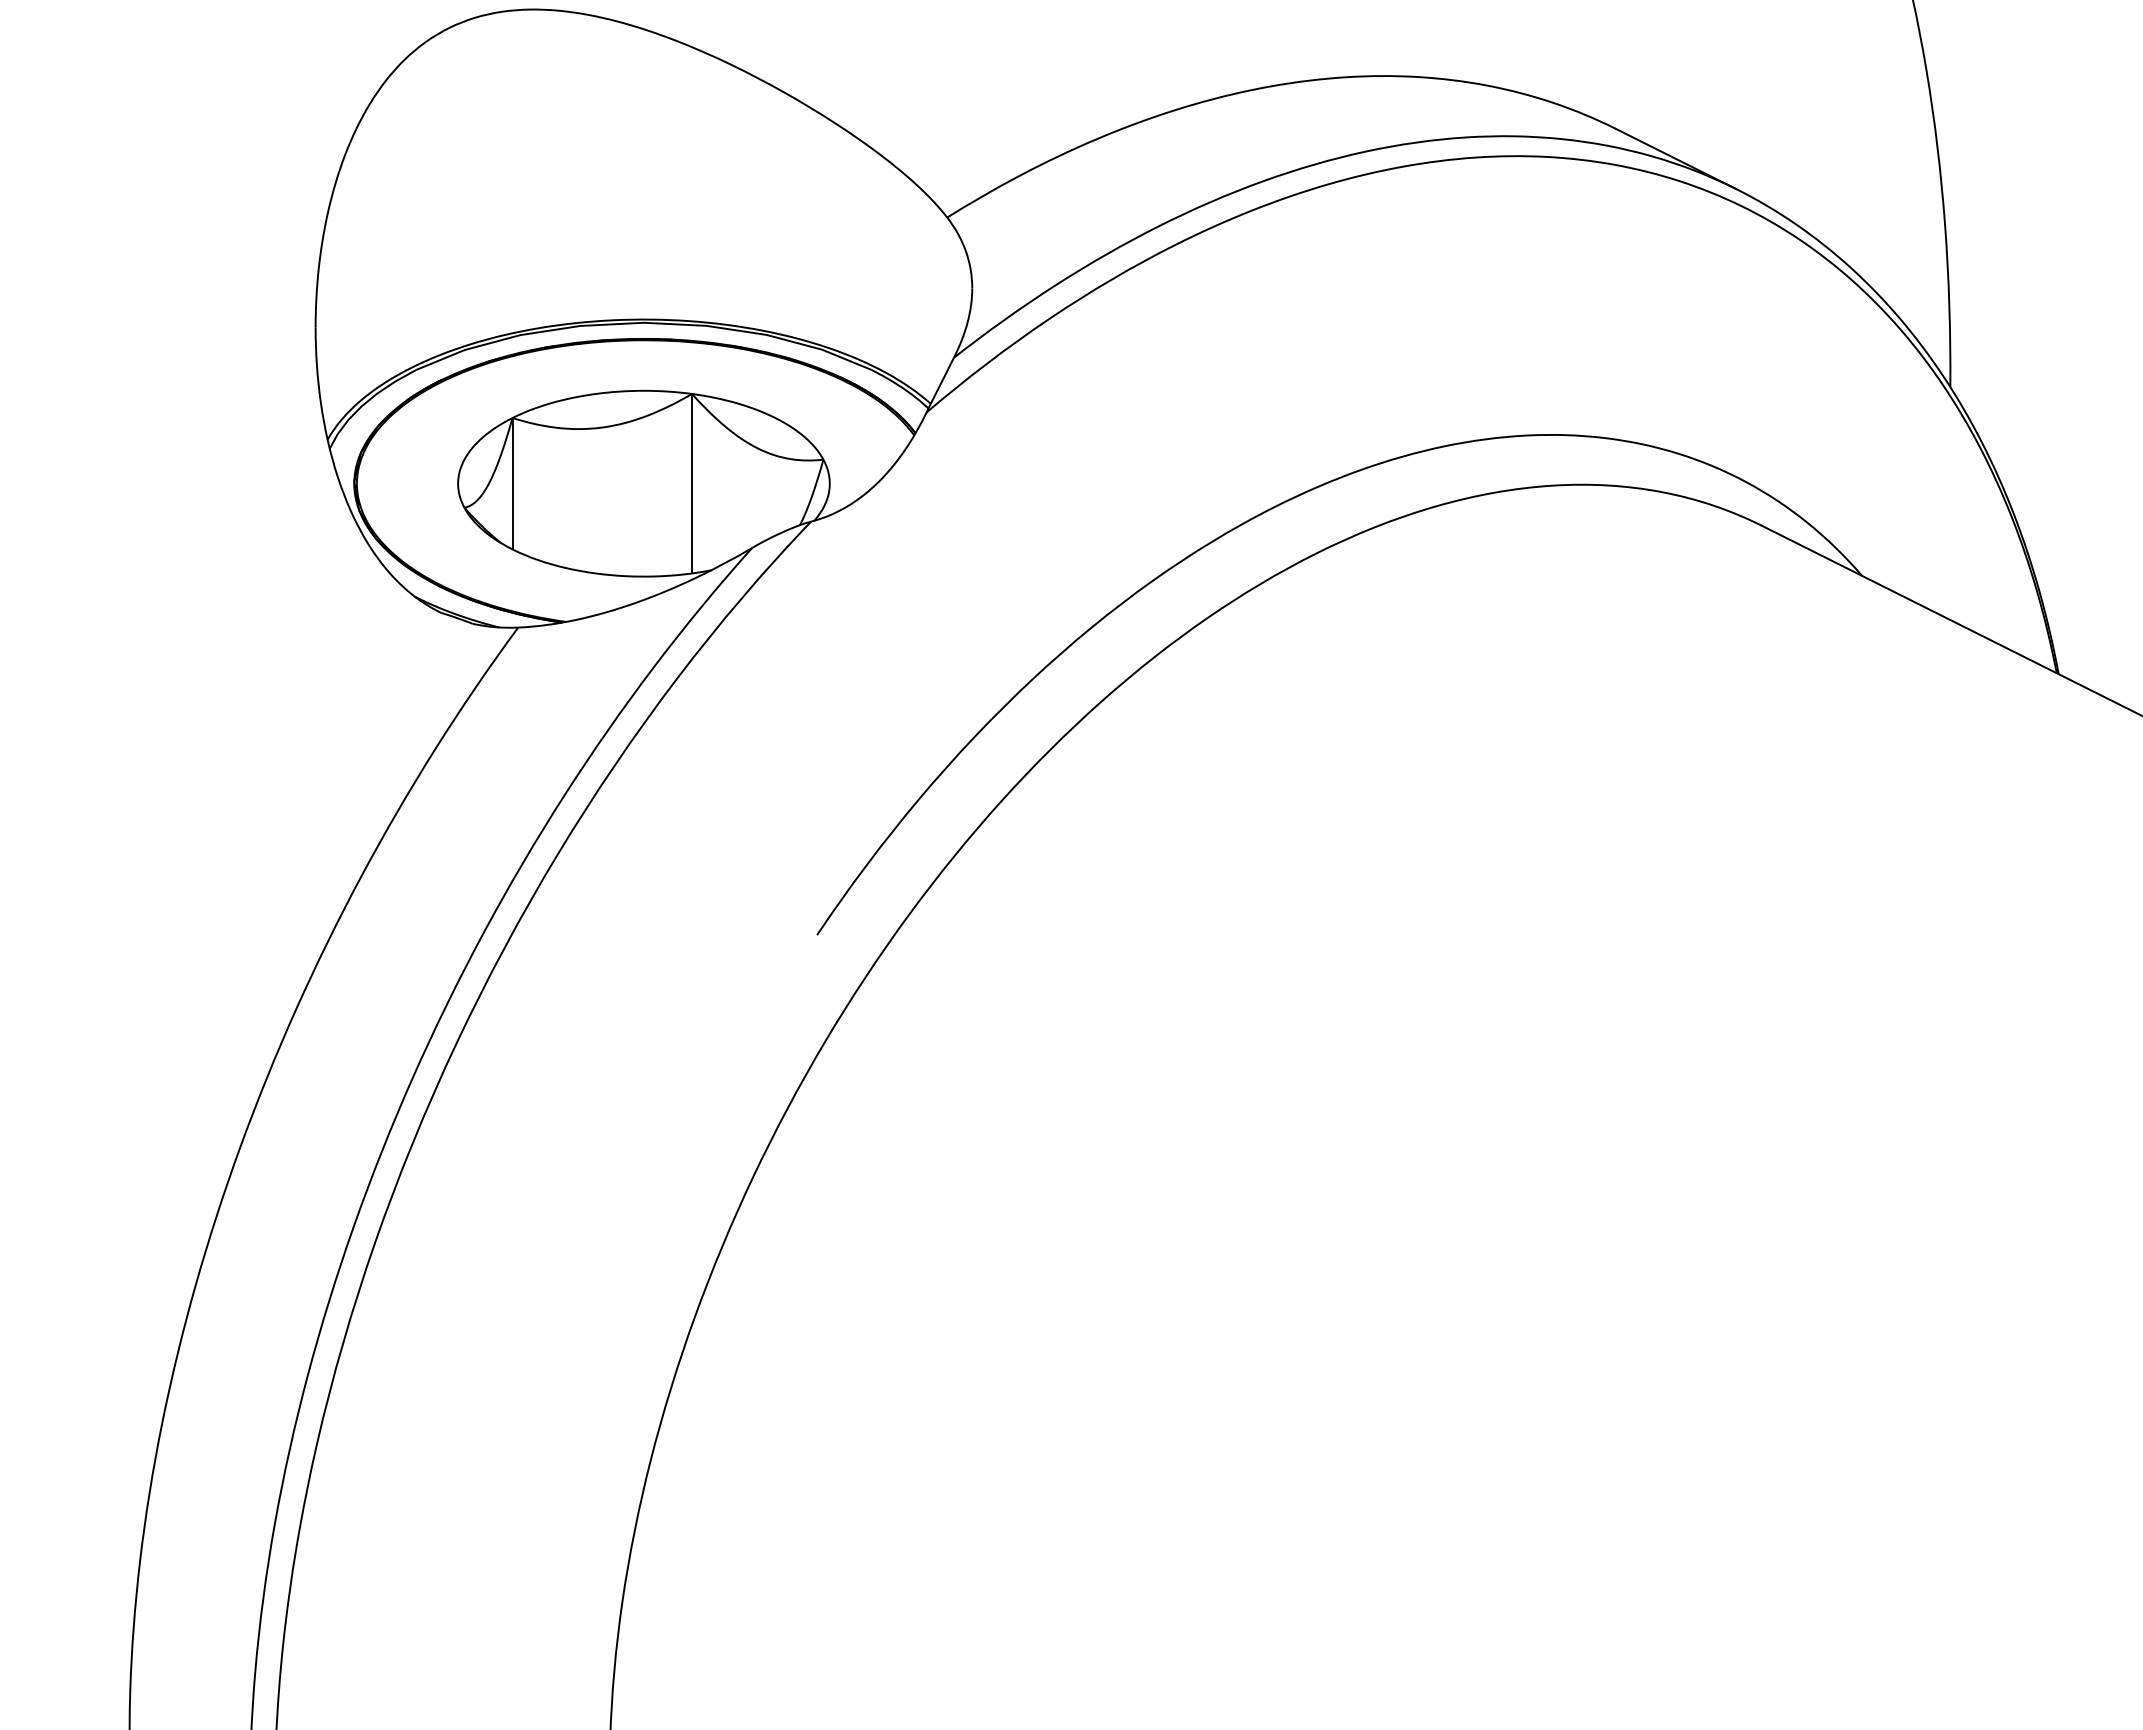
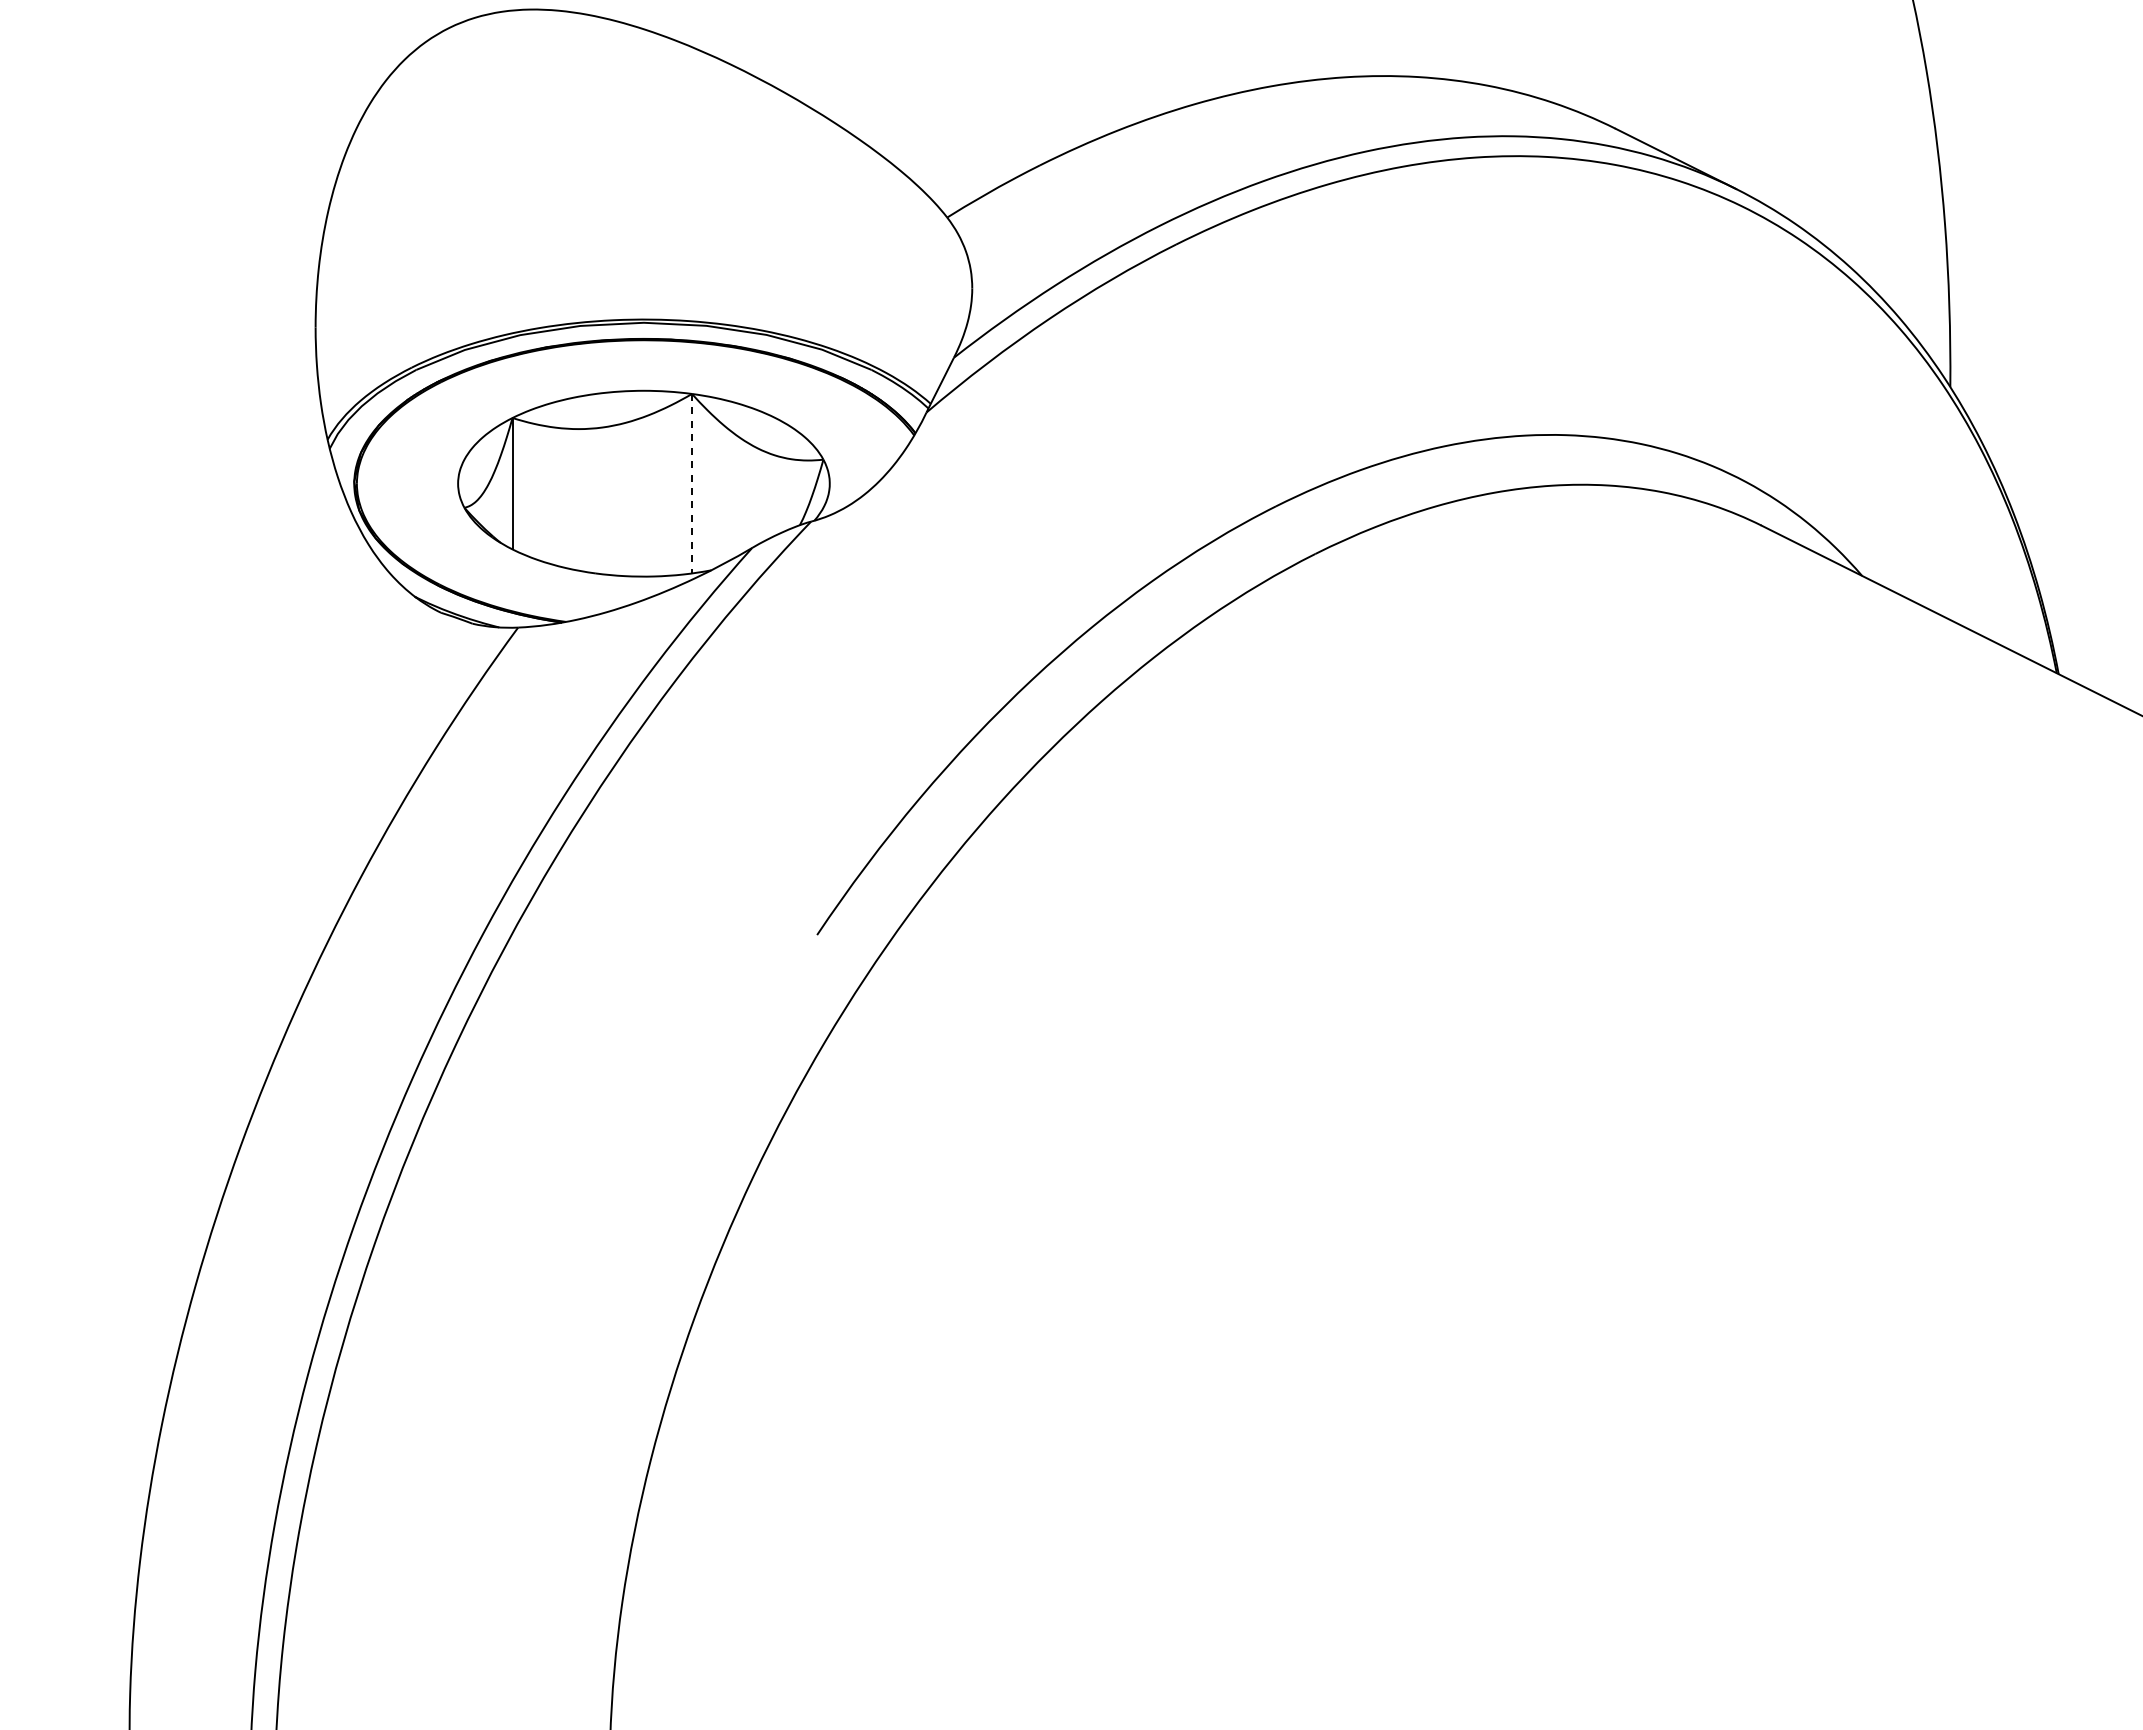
line at (692, 483): solid -> dashed
